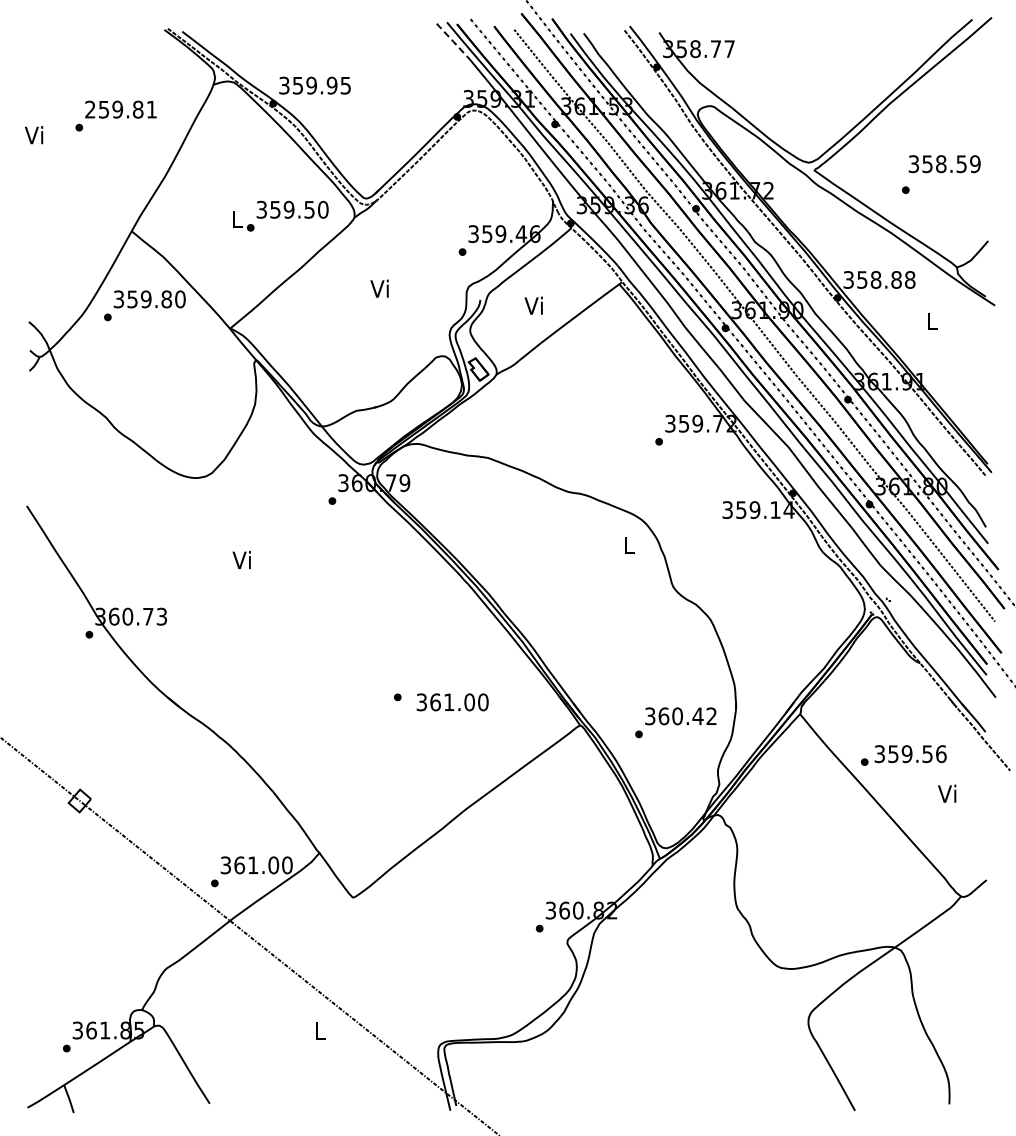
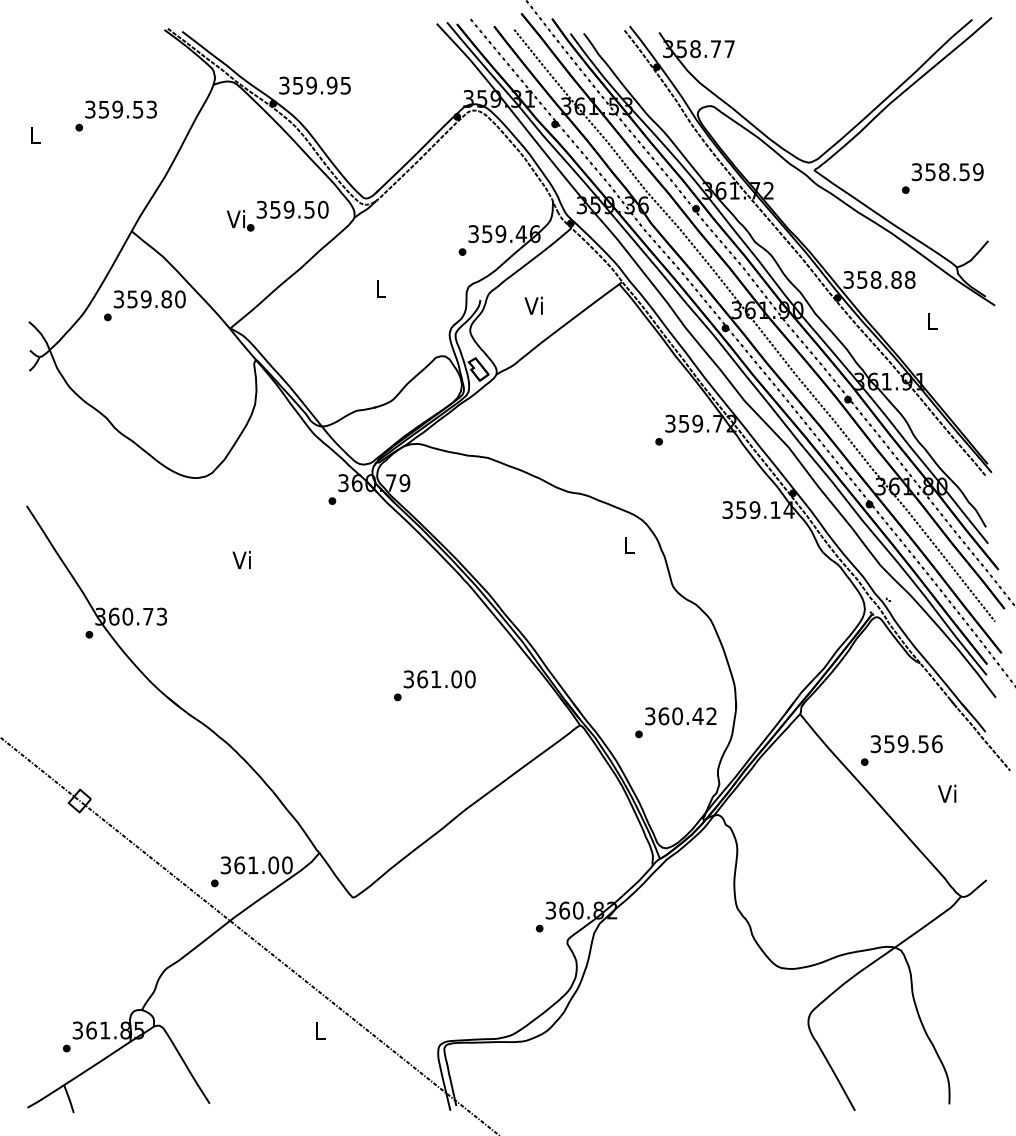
line at (453, 41): dashed -> solid
text at (120, 109): 259.81 -> 359.53
text at (33, 135): Vi -> L
text at (944, 164) position: (944, 164) -> (947, 172)
text at (235, 218): L -> Vi
text at (379, 288): Vi -> L
text at (452, 702) position: (452, 702) -> (439, 679)
text at (910, 754) position: (910, 754) -> (906, 744)
